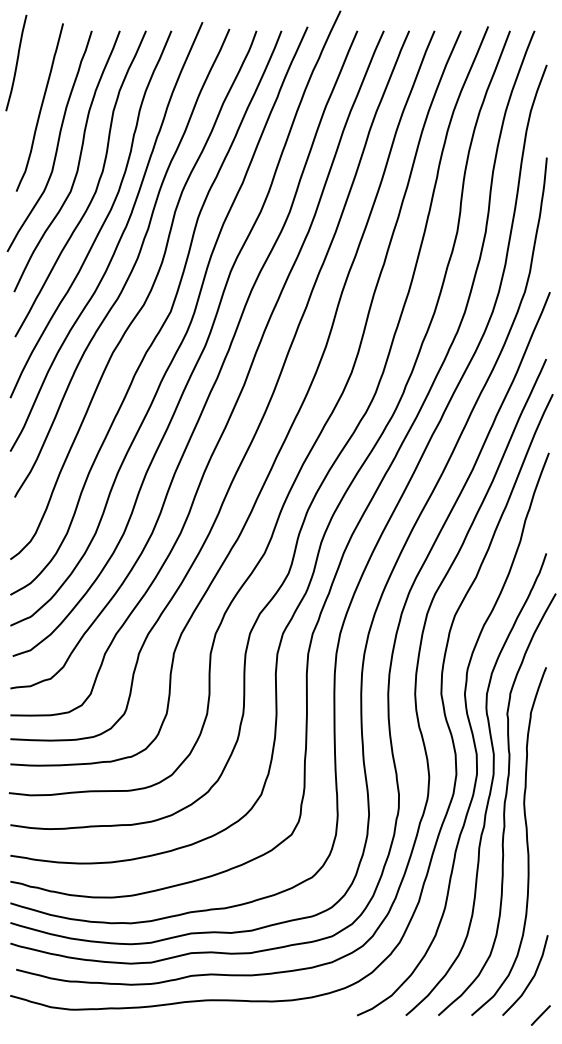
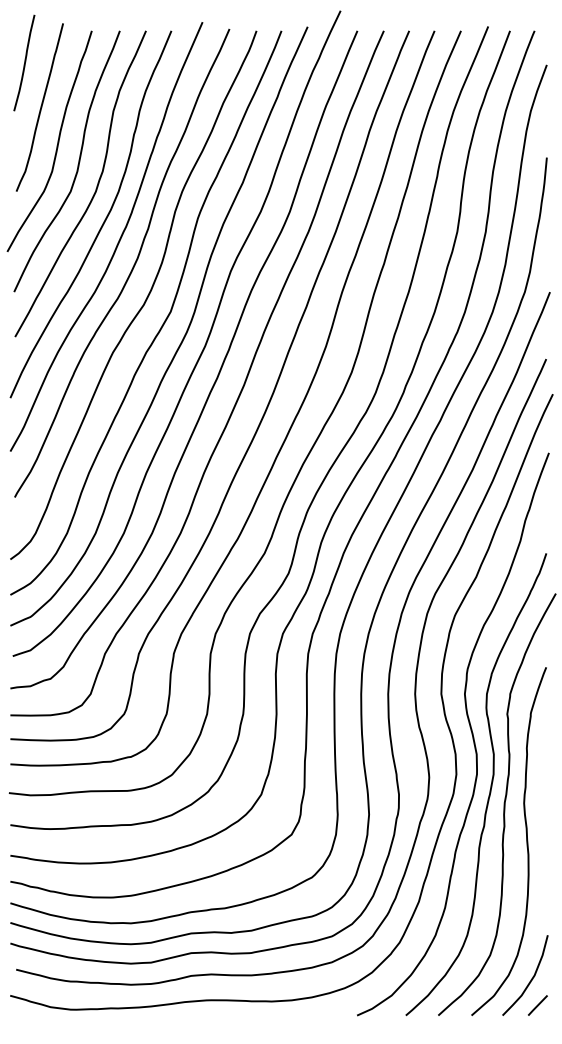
curve at (16, 62) position: (16, 62) -> (24, 62)
line at (540, 1015) position: (540, 1015) -> (537, 1005)
